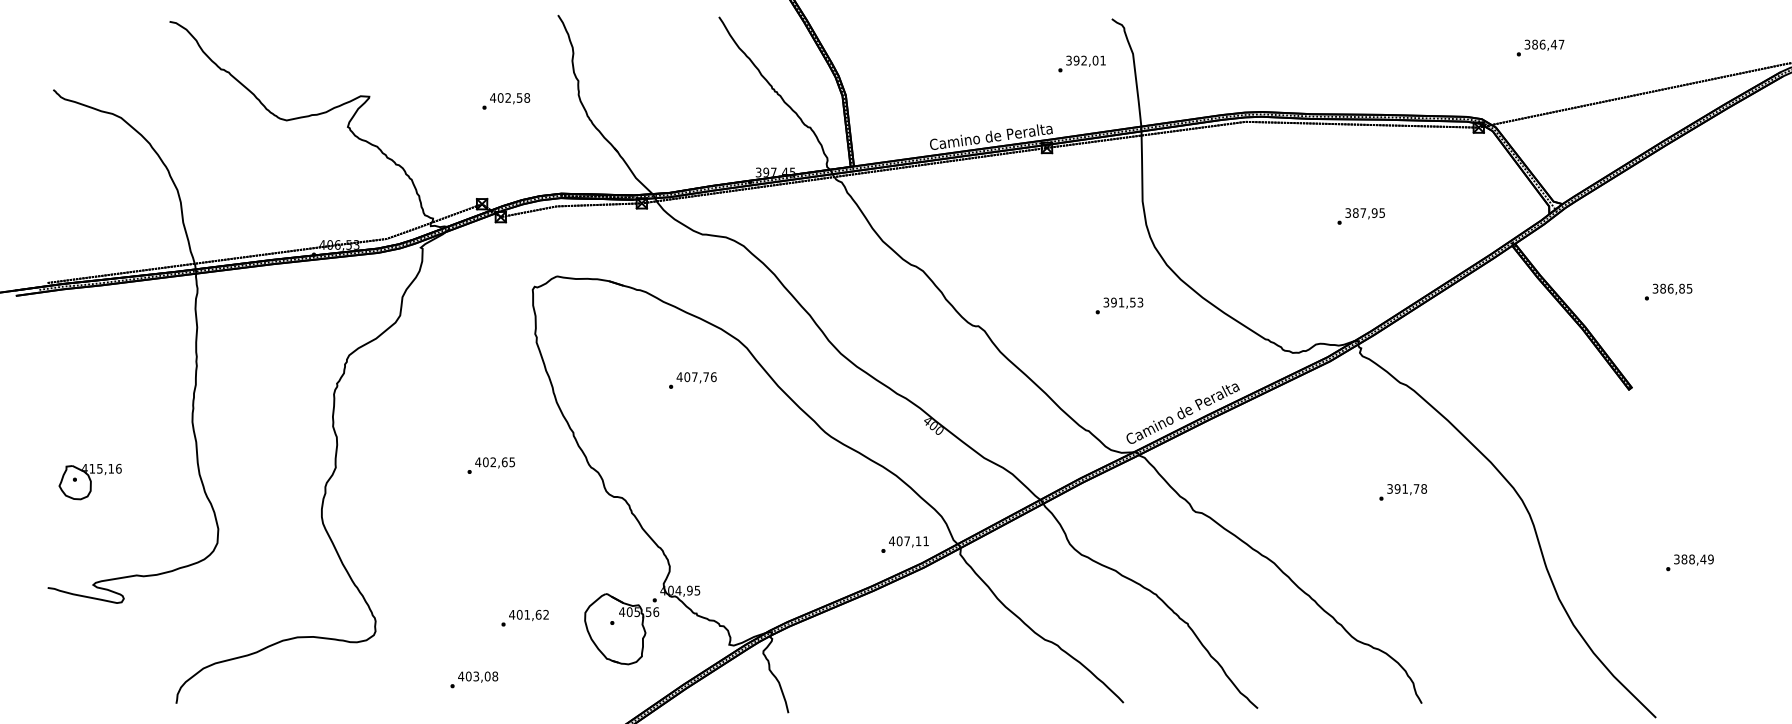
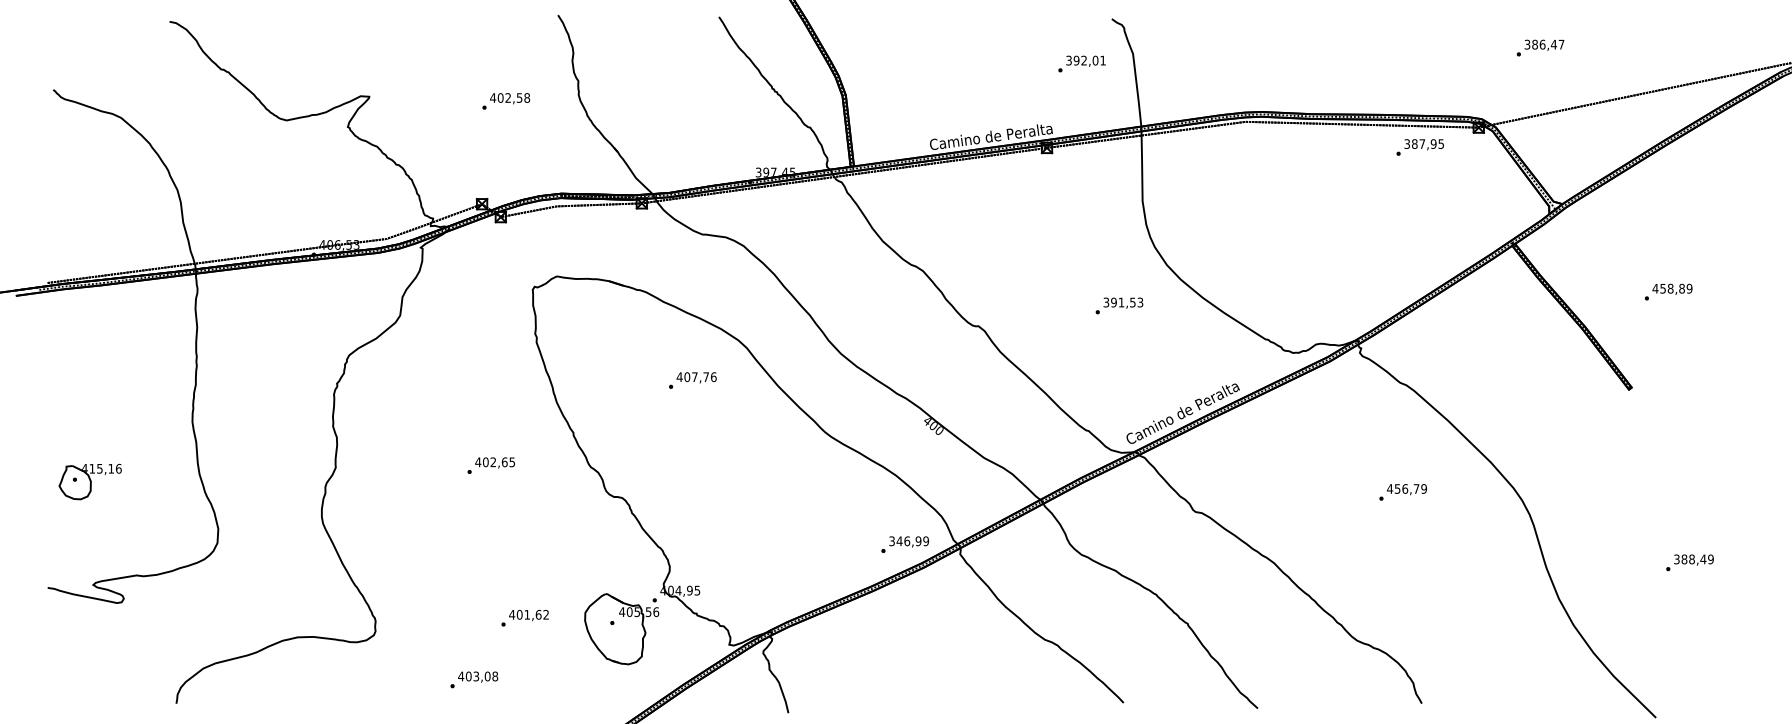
text at (1360, 216) position: (1360, 216) -> (1419, 147)
text at (1672, 288): 386,85 -> 458,89
text at (1407, 488): 391,78 -> 456,79
text at (909, 541): 407,11 -> 346,99
